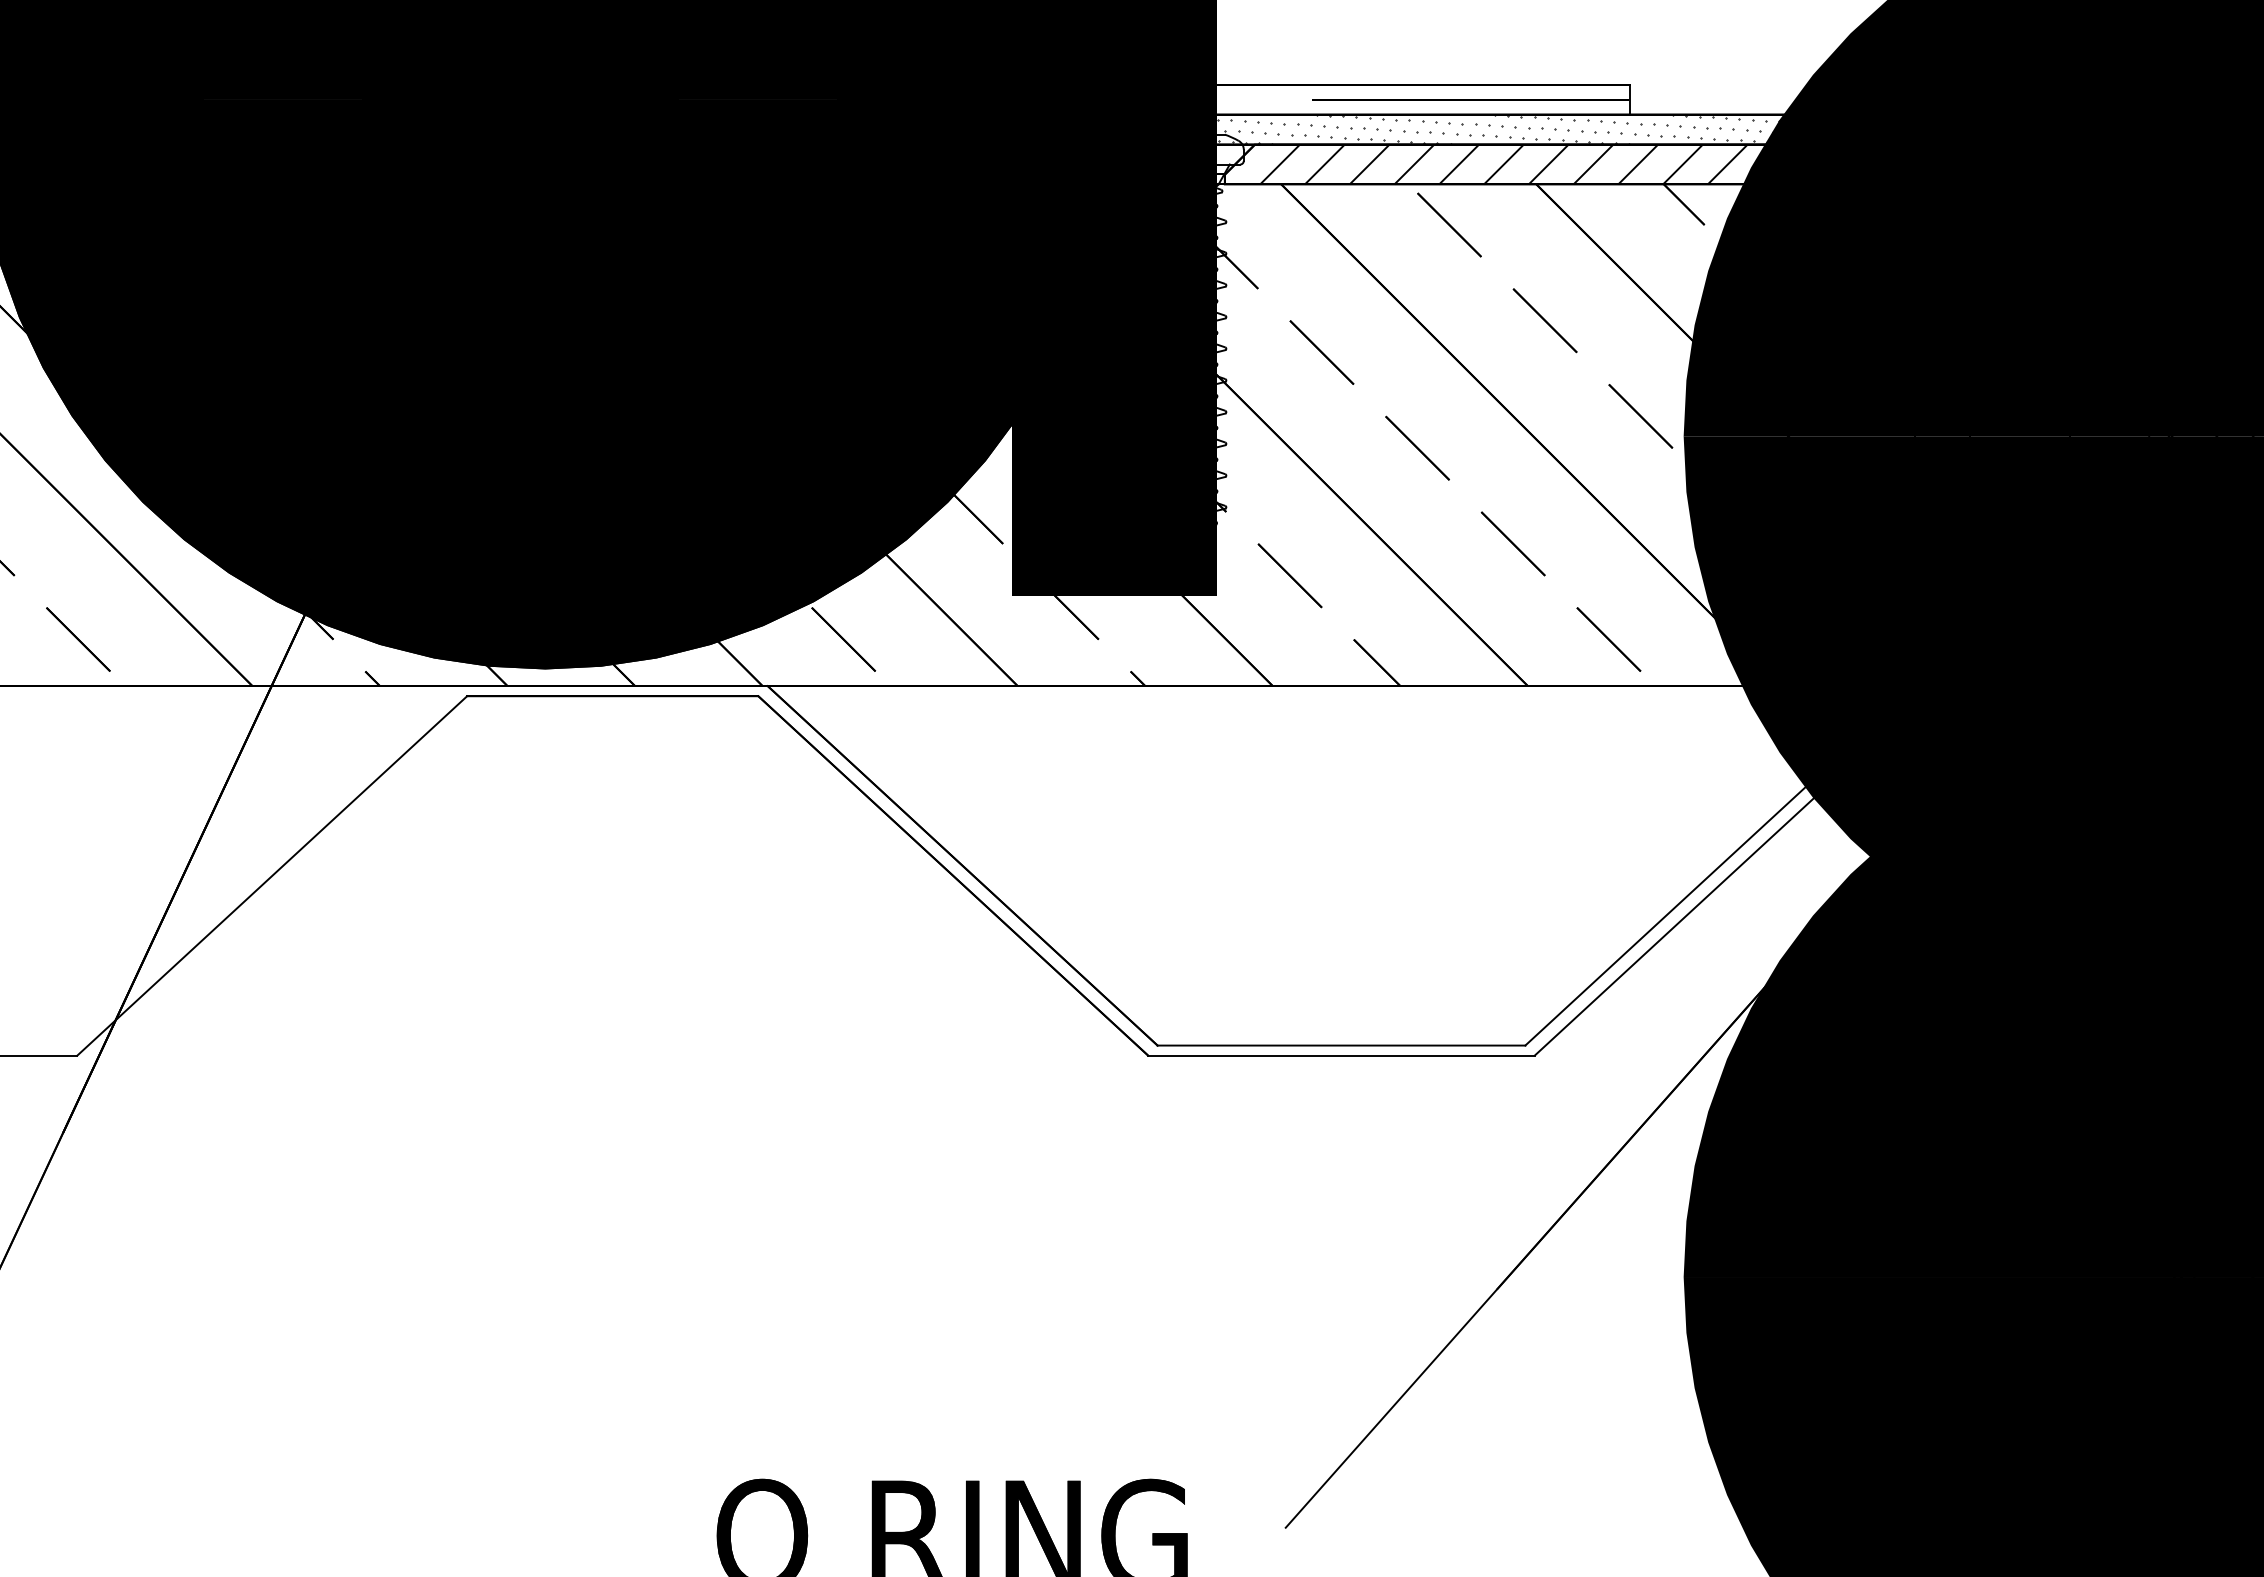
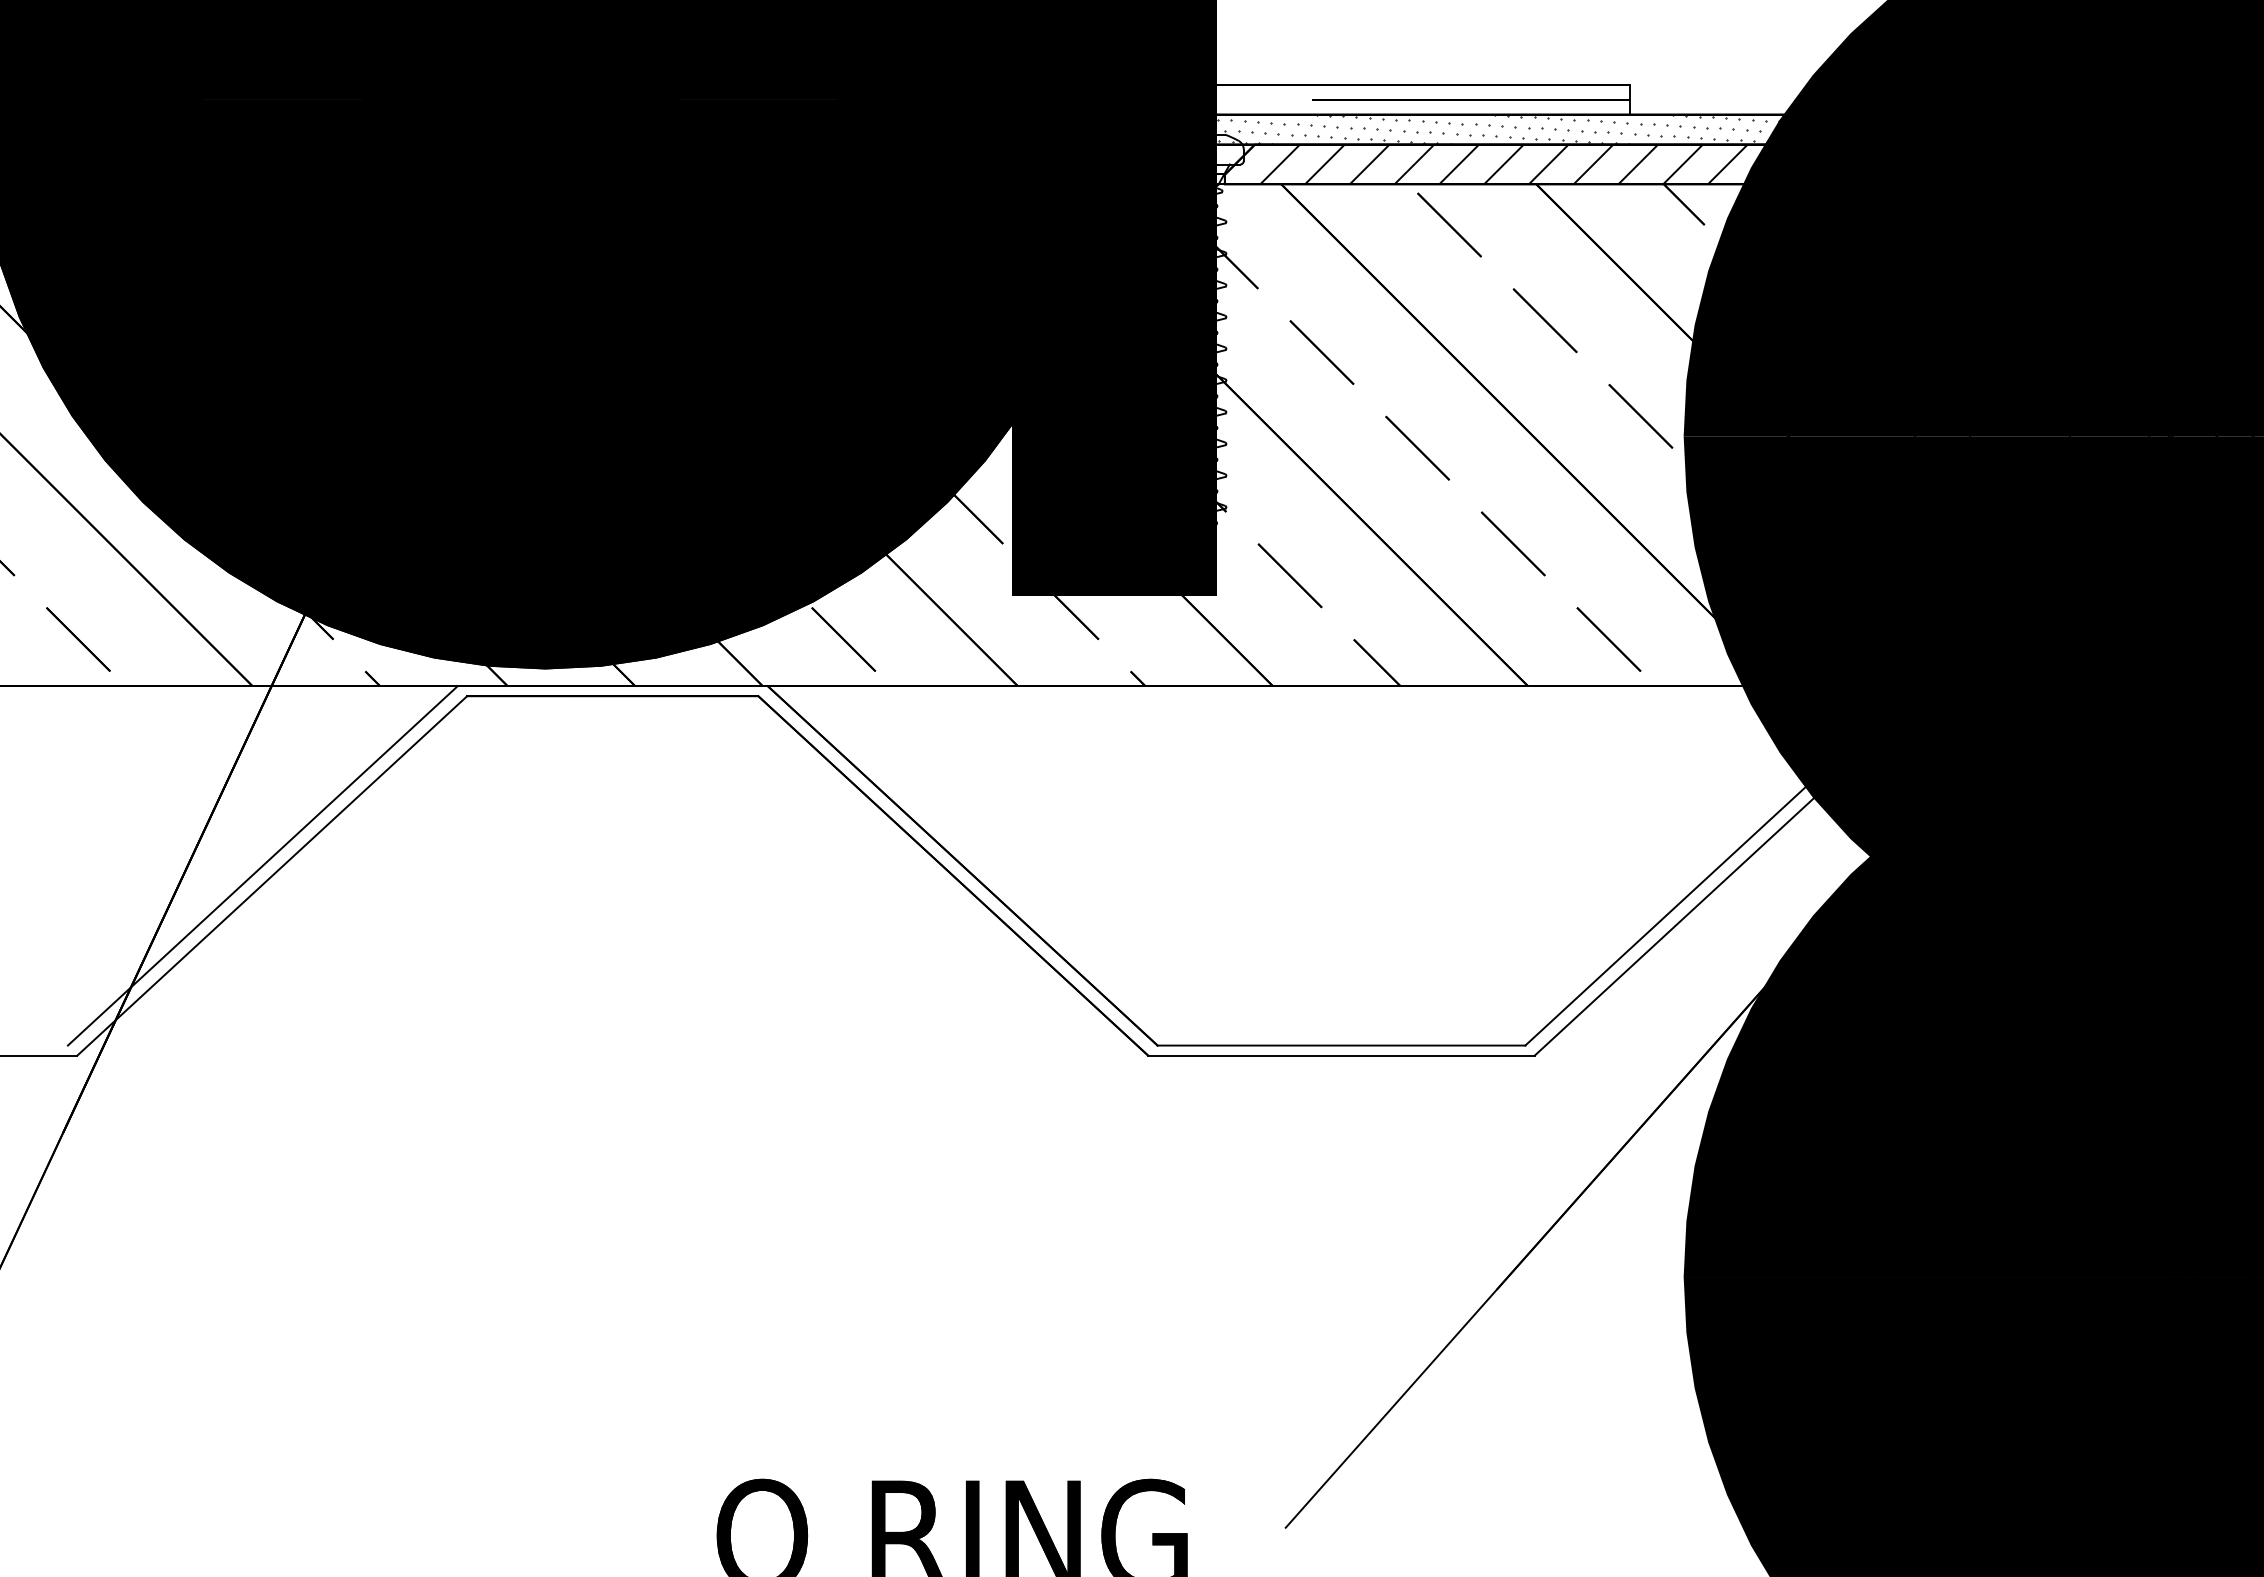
line at (262, 865): none -> present
